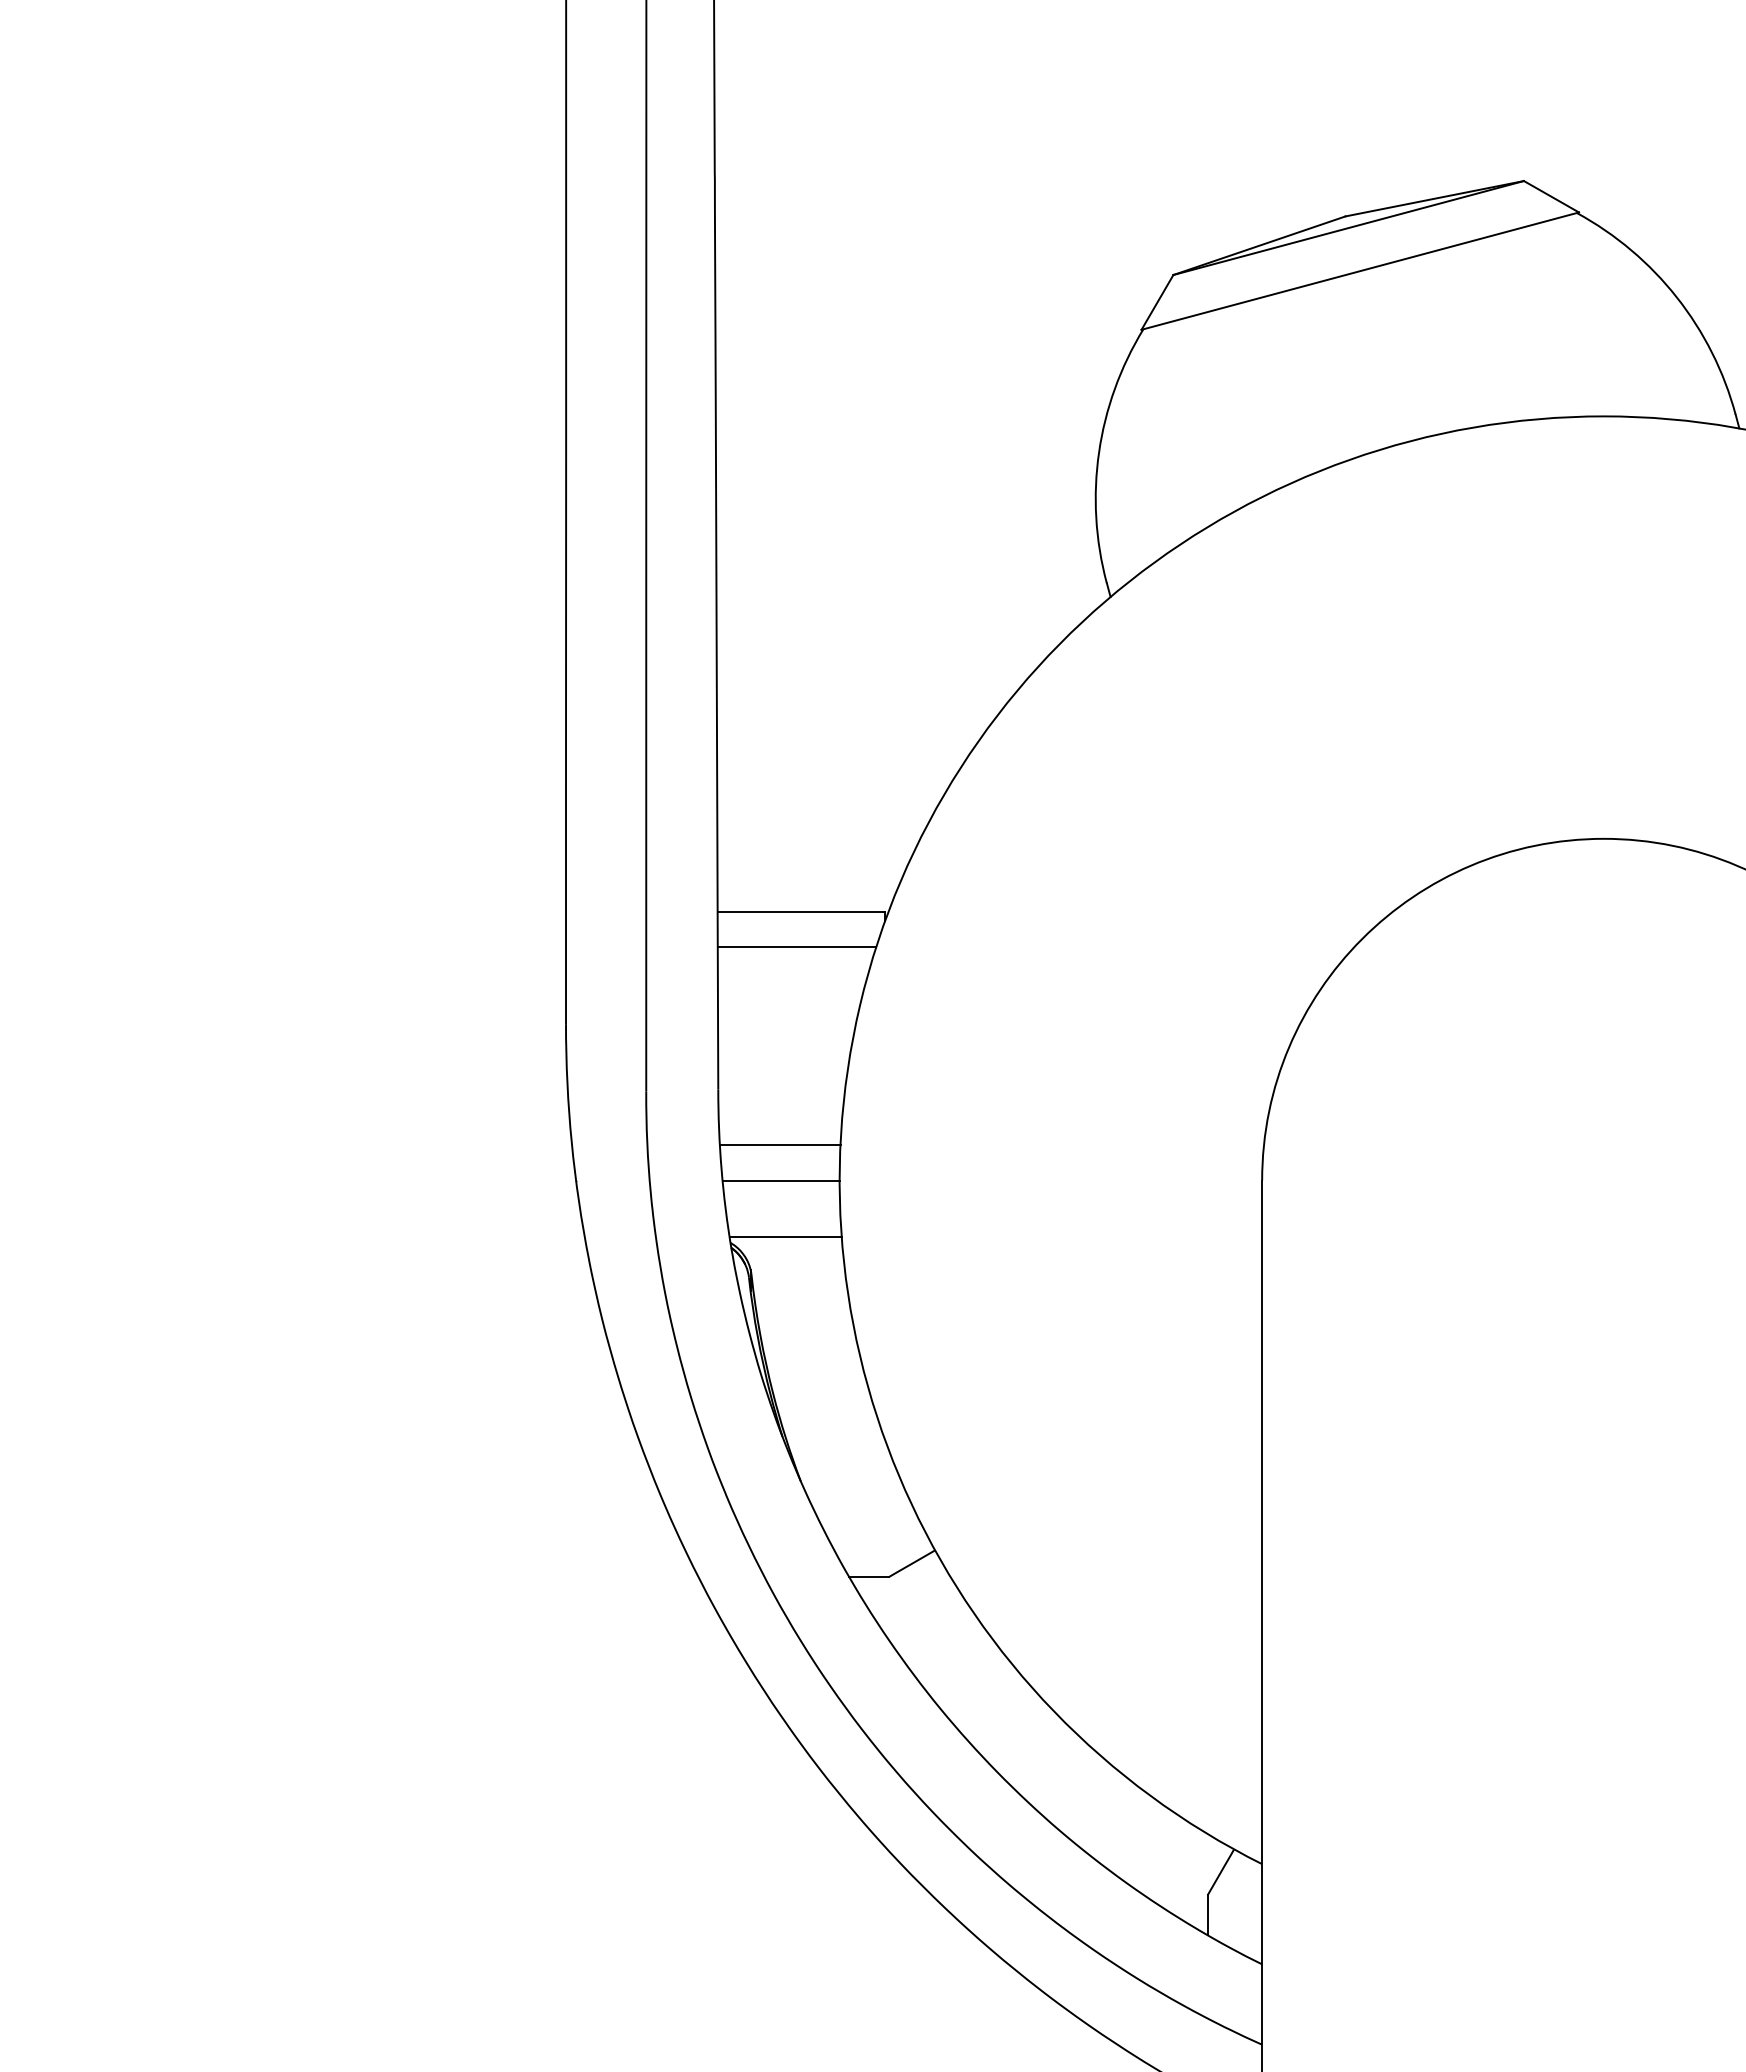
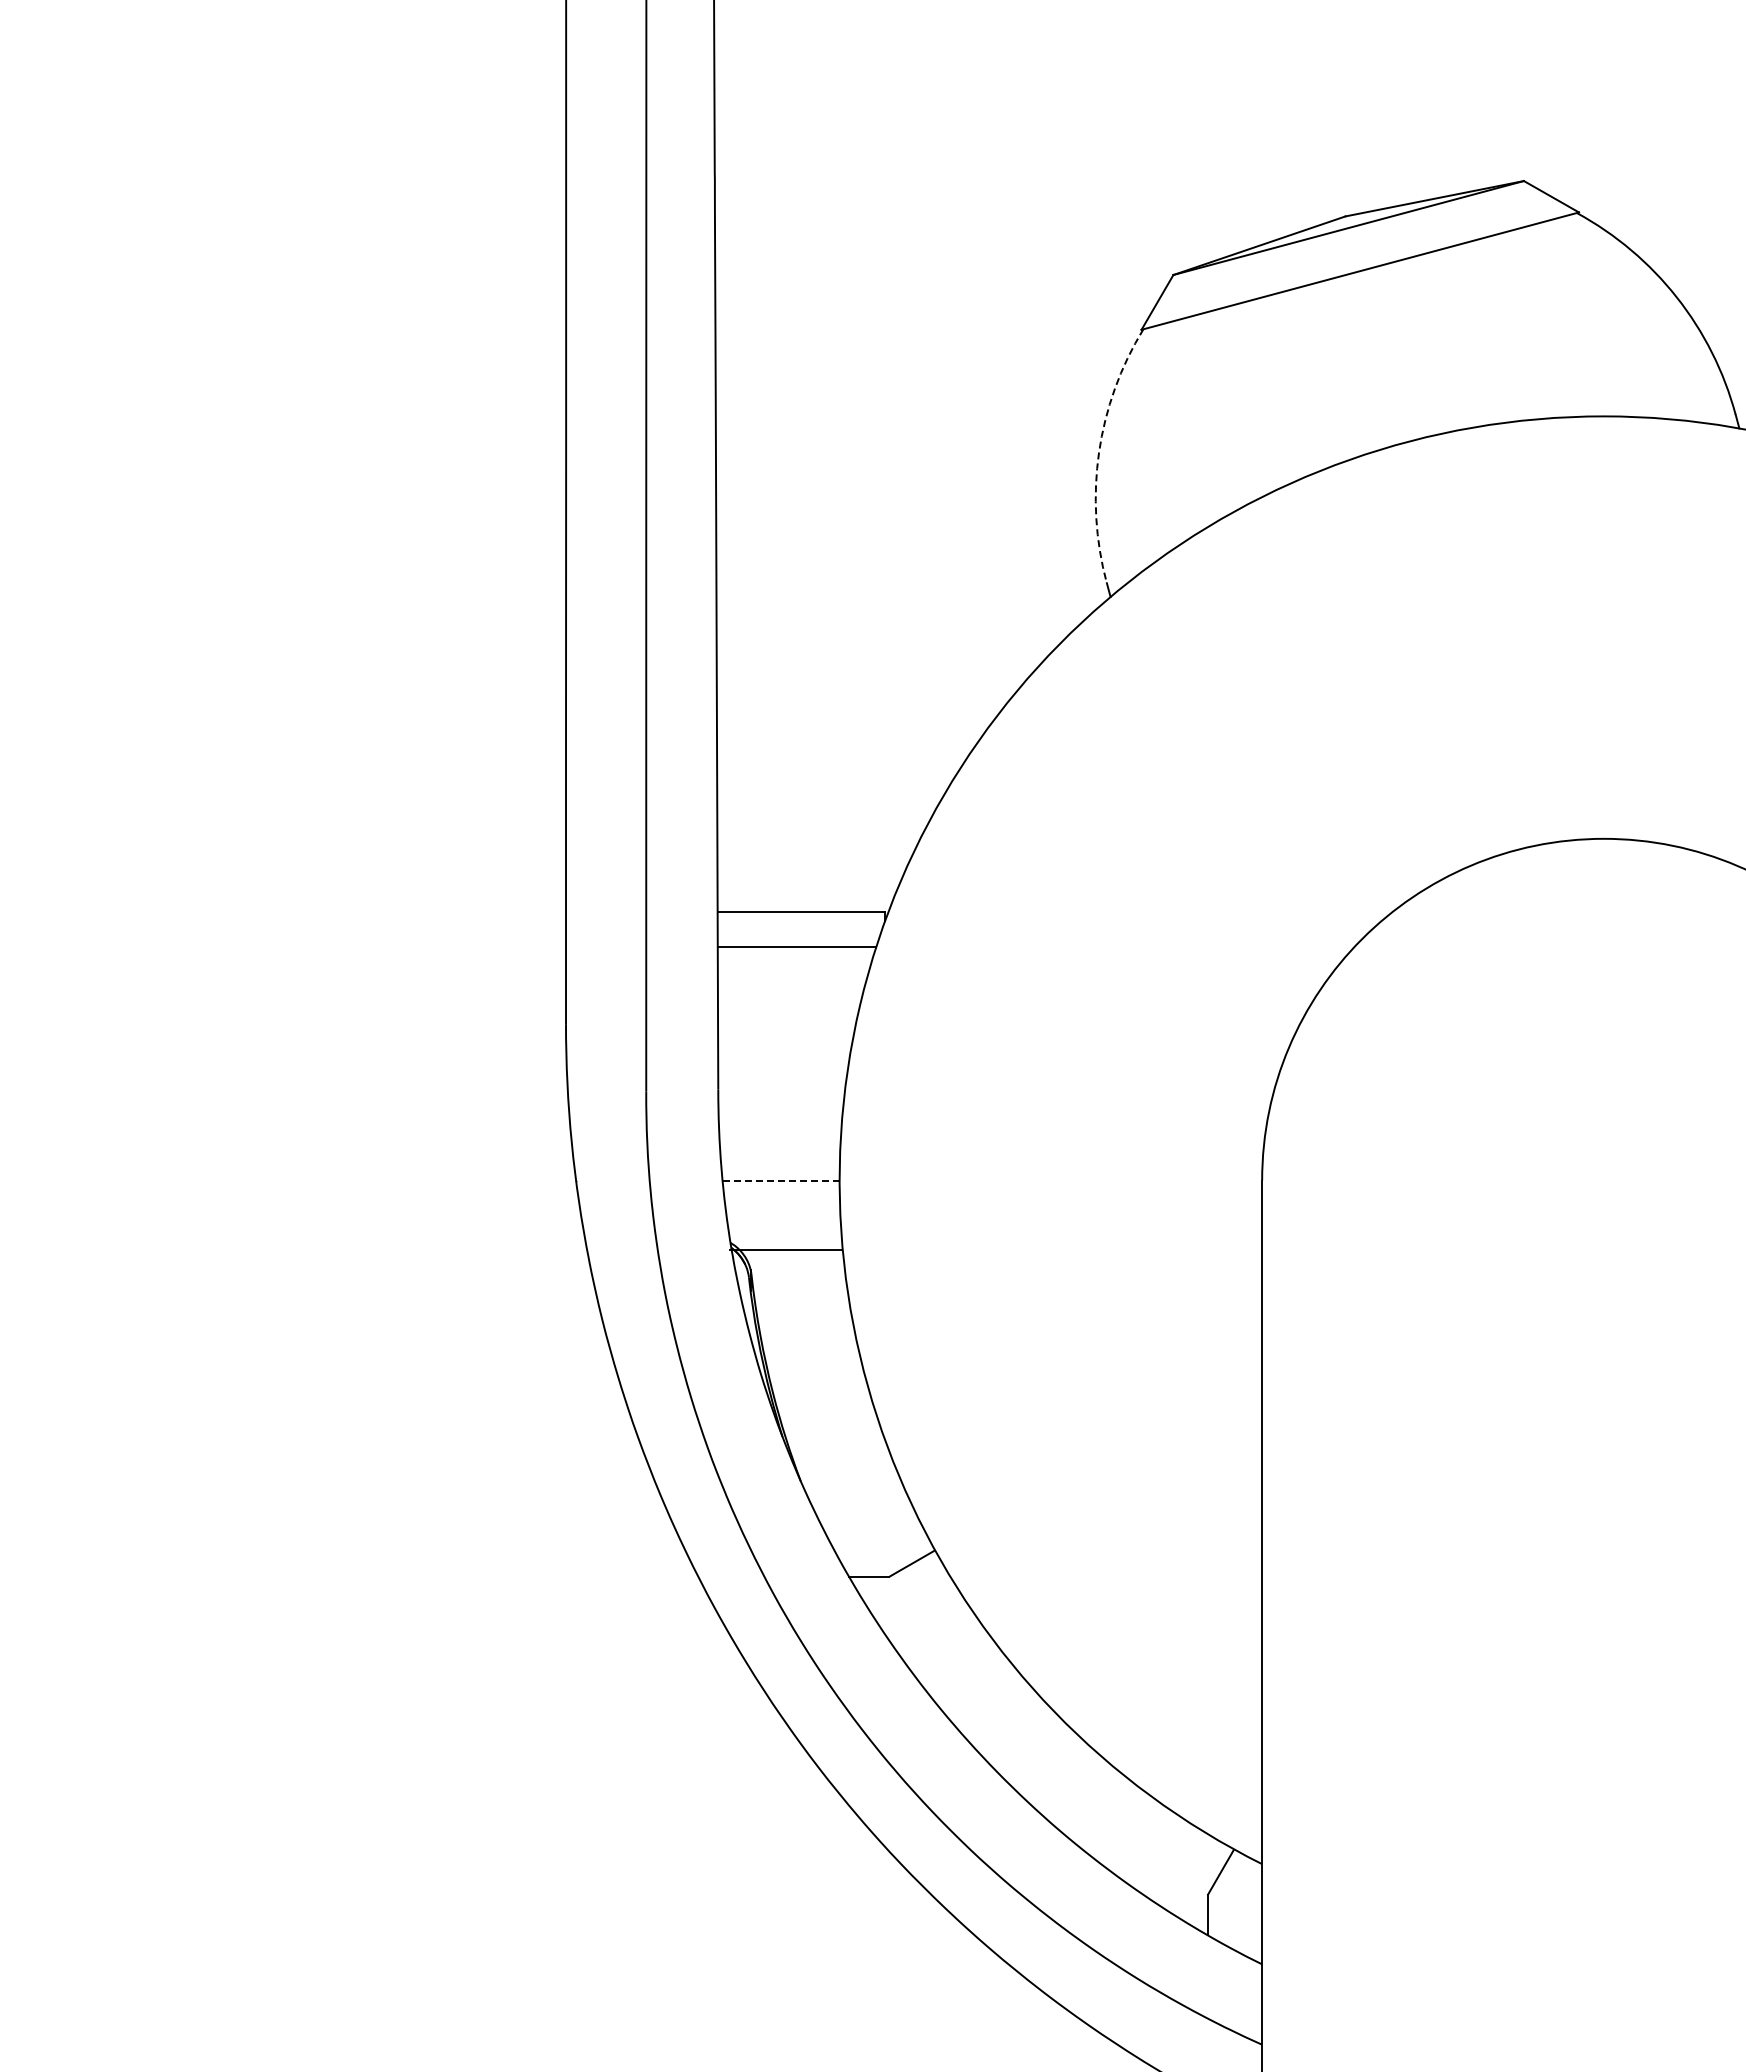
arc at (1099, 452): solid -> dashed
line at (779, 1145): present -> none
line at (781, 1180): solid -> dashed
line at (785, 1237) position: (785, 1237) -> (785, 1250)
